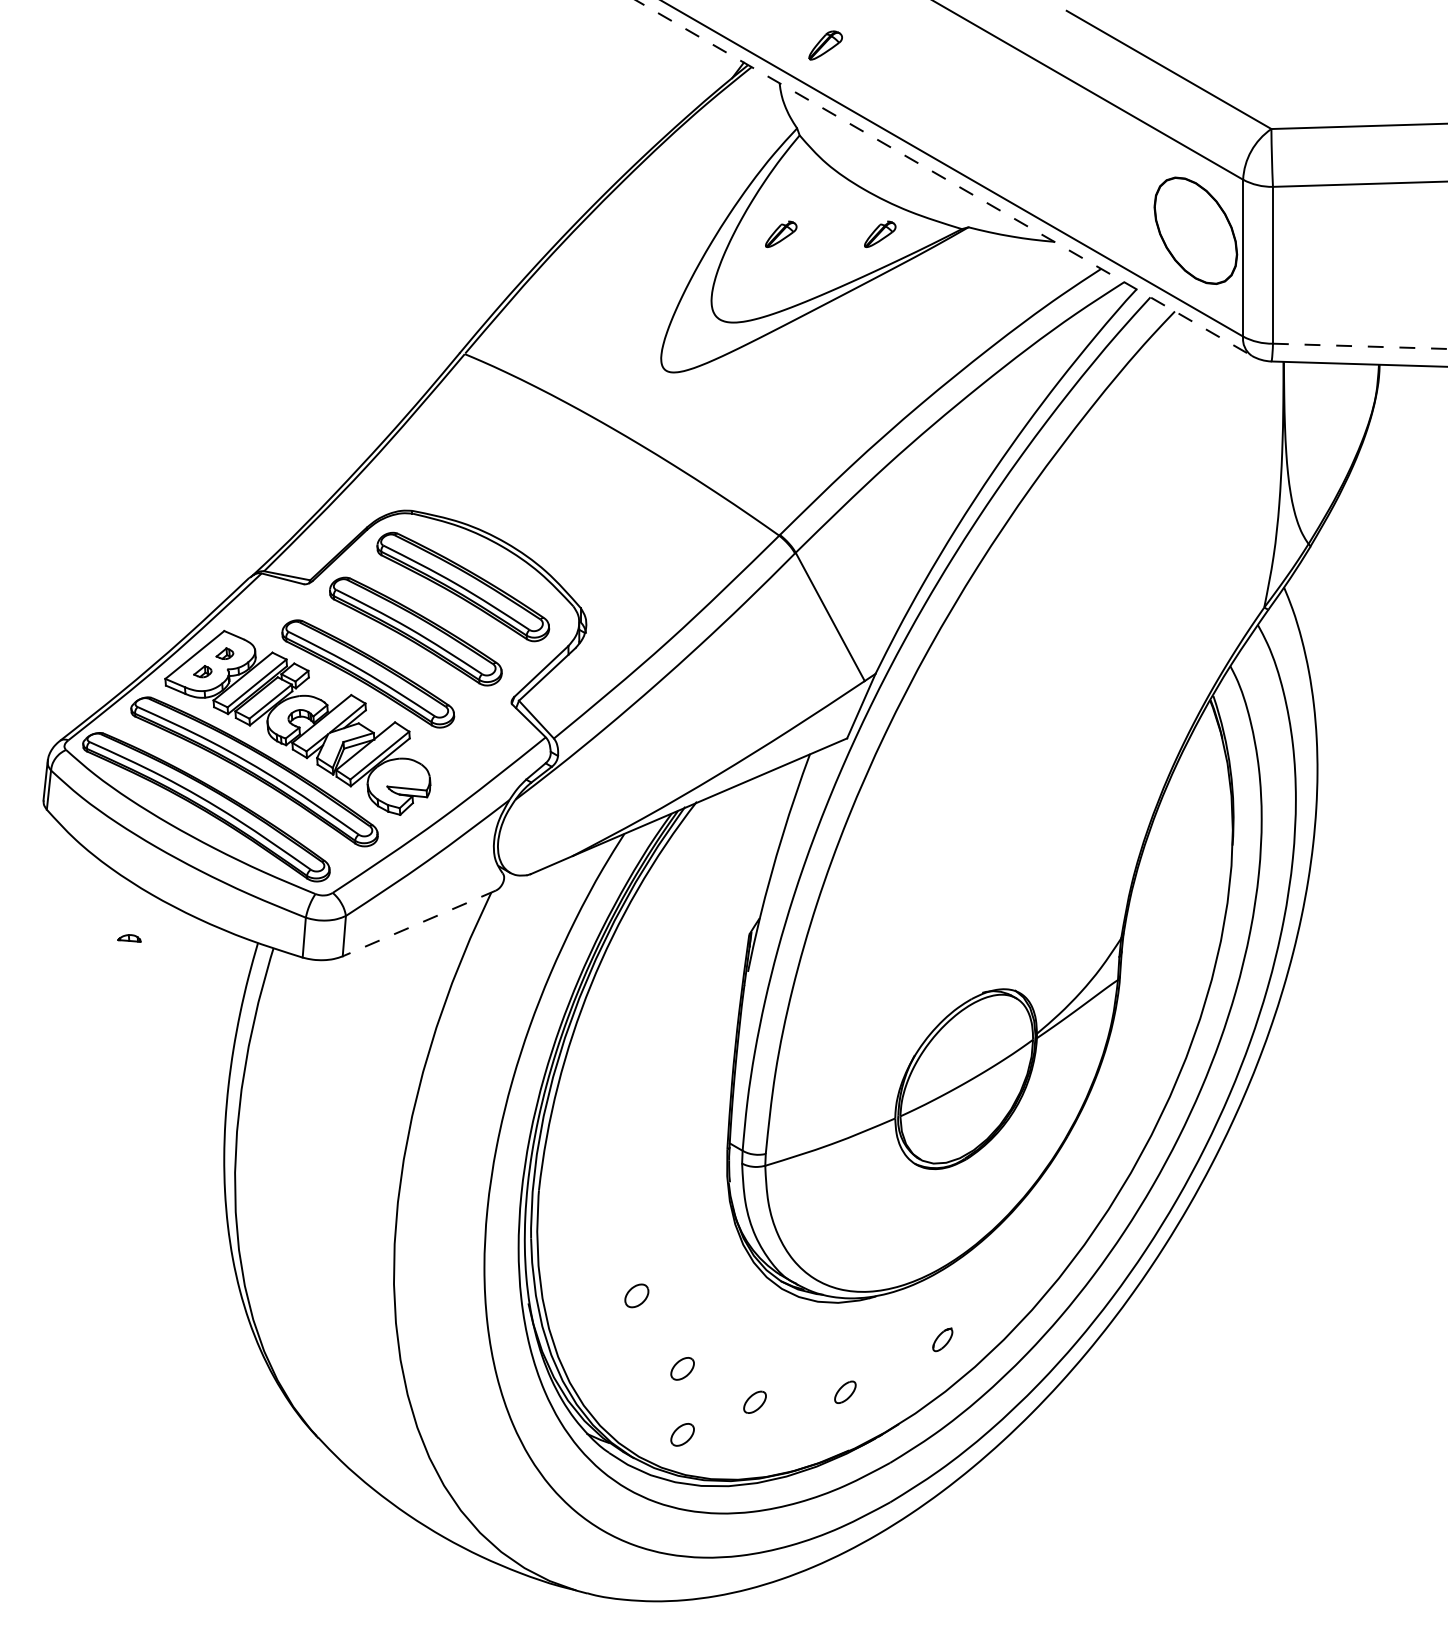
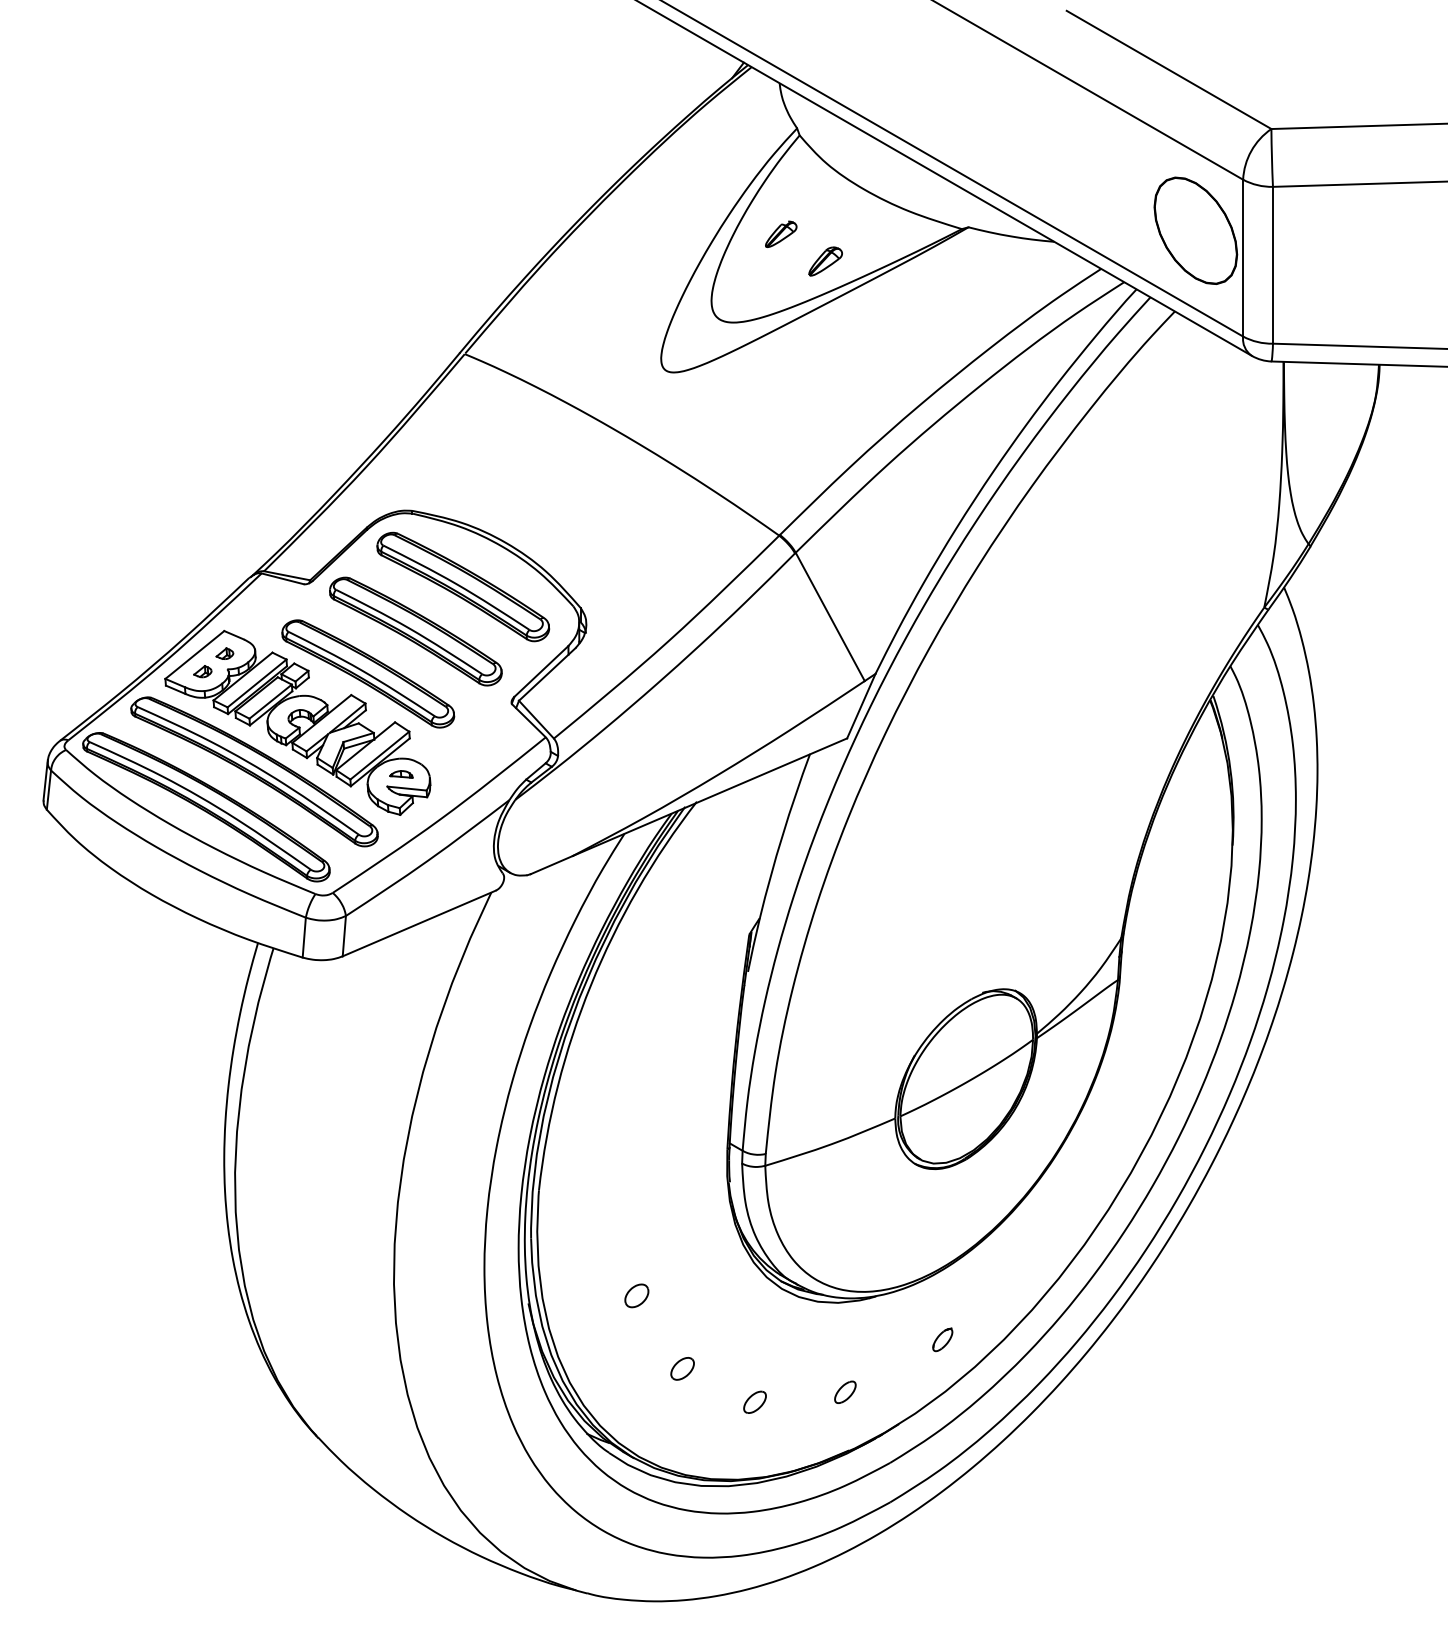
part at (825, 45) position: (825, 45) -> (825, 261)
line at (943, 178): dashed -> solid
part at (880, 233): present -> none
line at (1360, 346): dashed -> solid
line at (418, 923): dashed -> solid
part at (129, 938) position: (129, 938) -> (401, 774)
part at (682, 1434): present -> none
